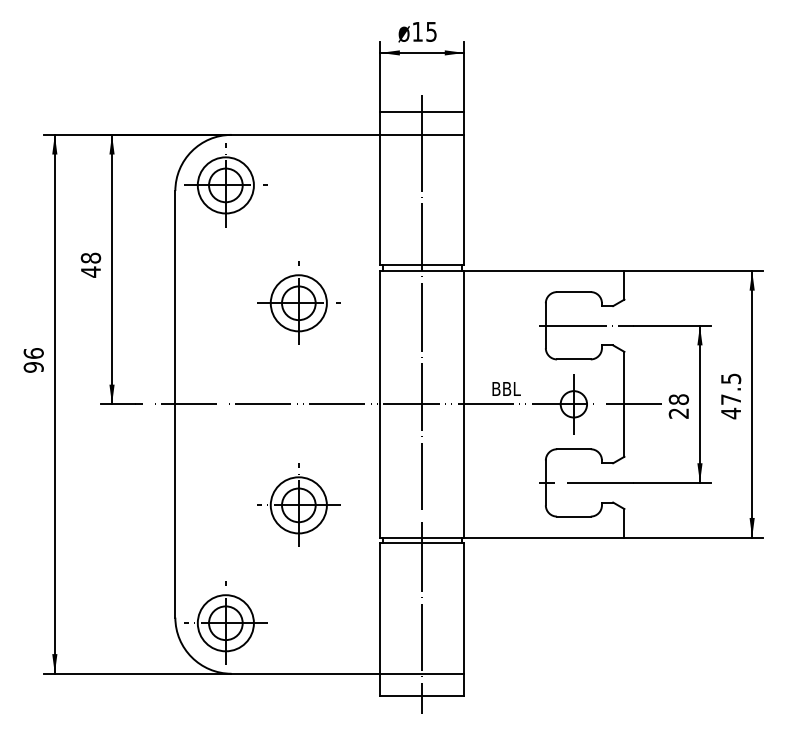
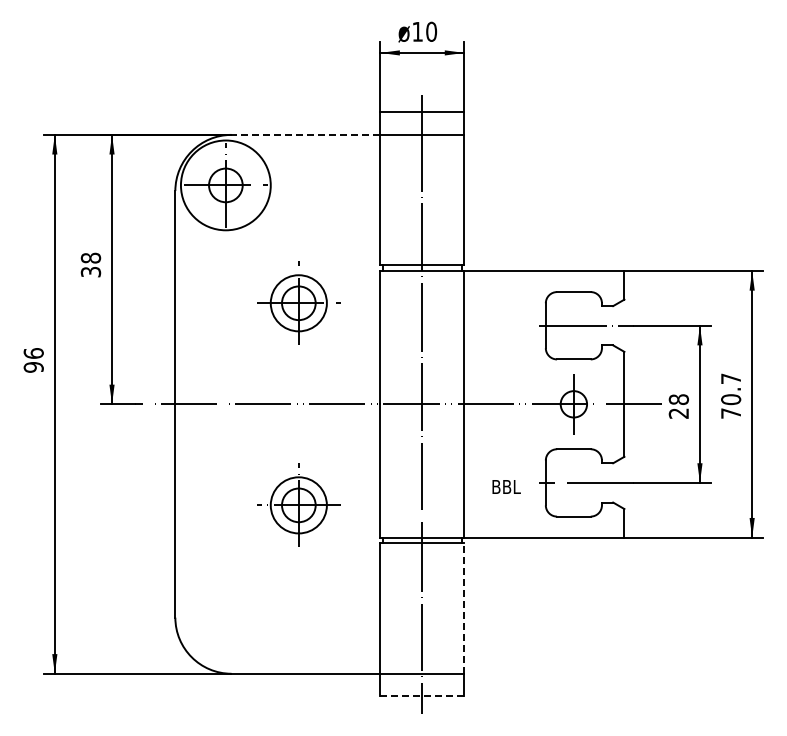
text at (431, 31): 15 -> 10
line at (305, 134): solid -> dashed
circle at (225, 185) diameter: 56 px -> 90 px
text at (90, 271): 48 -> 38
text at (506, 388) position: (506, 388) -> (506, 486)
text at (731, 396): 47.5 -> 70.7
line at (464, 608): solid -> dashed
part at (225, 622): present -> none
line at (422, 696): solid -> dashed
